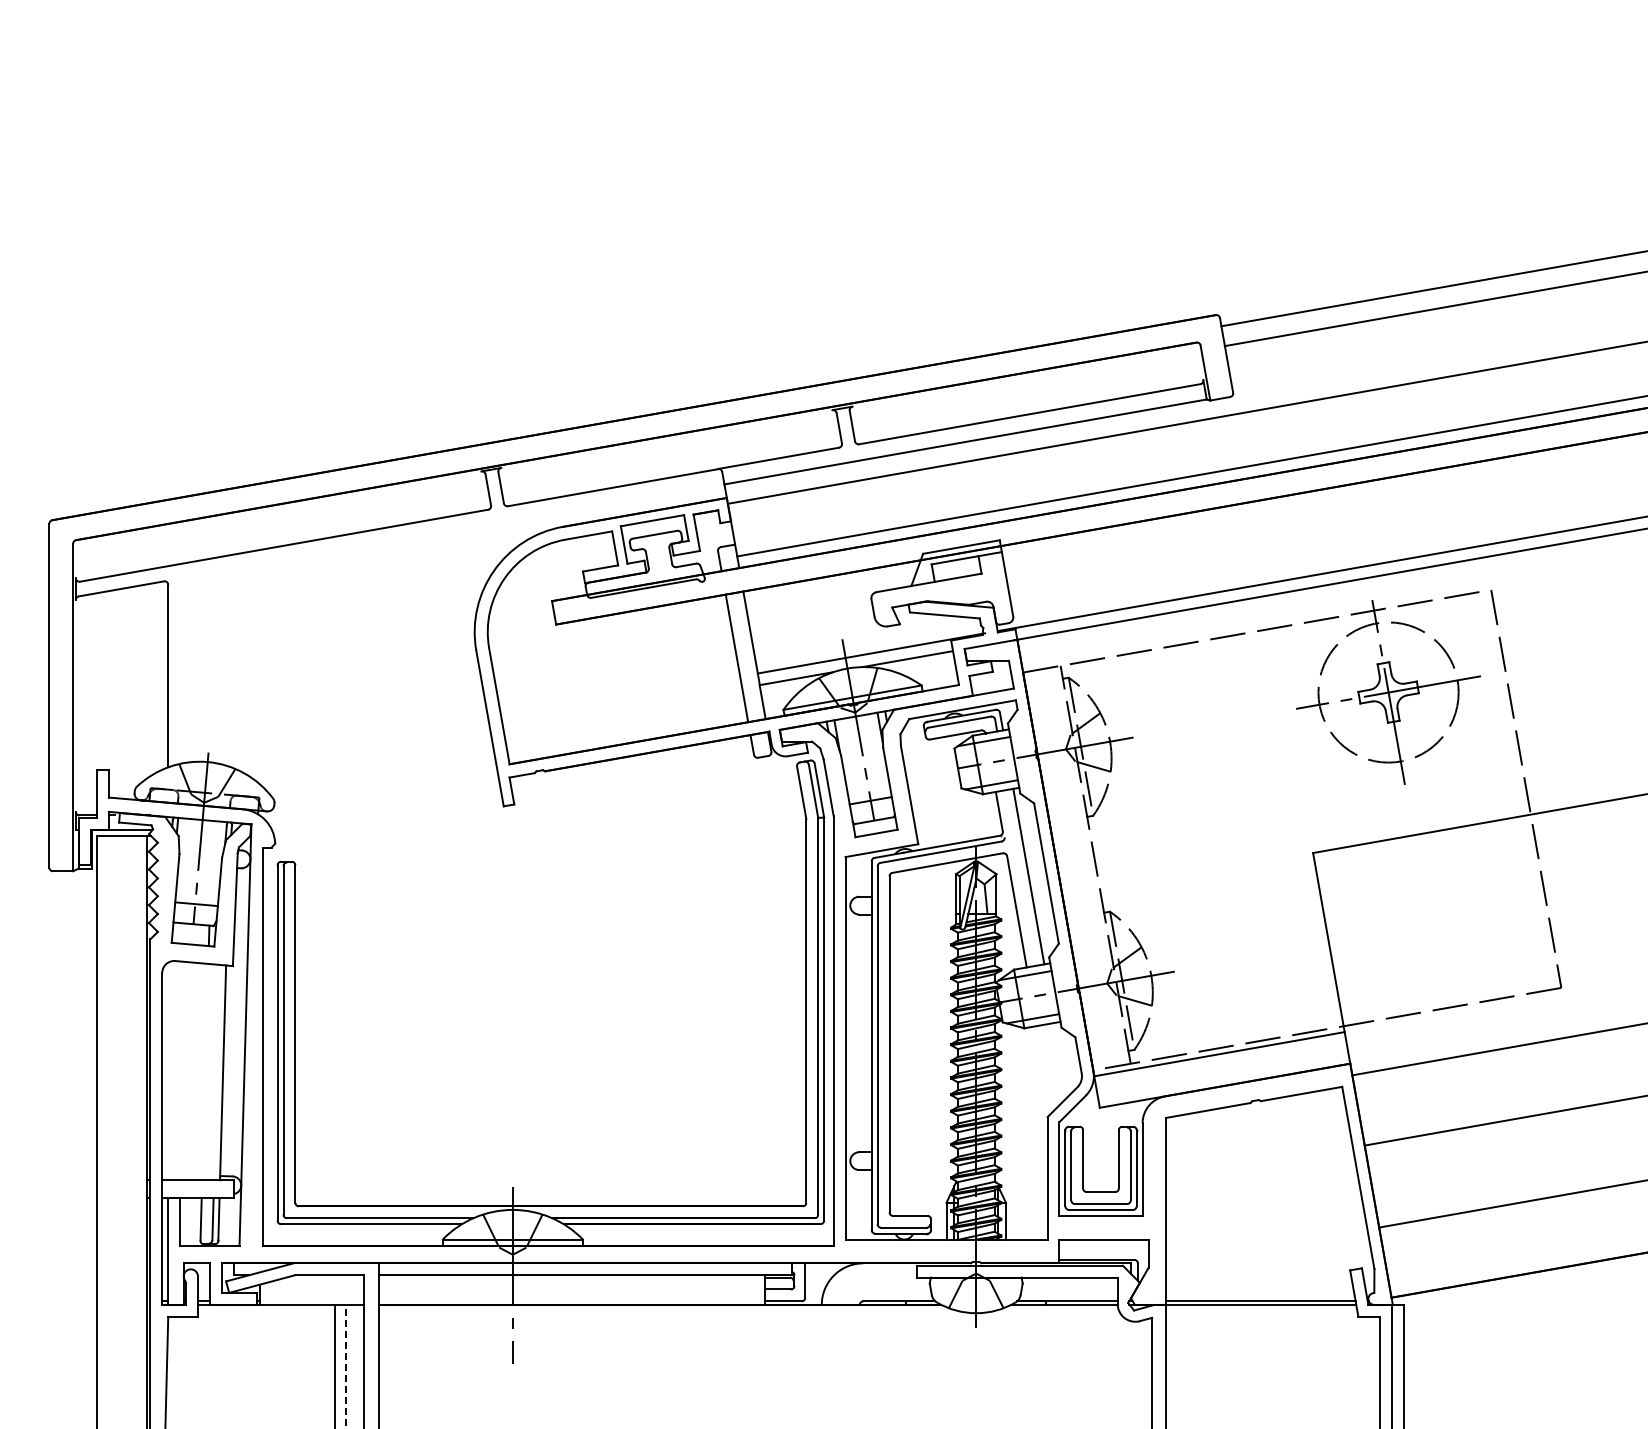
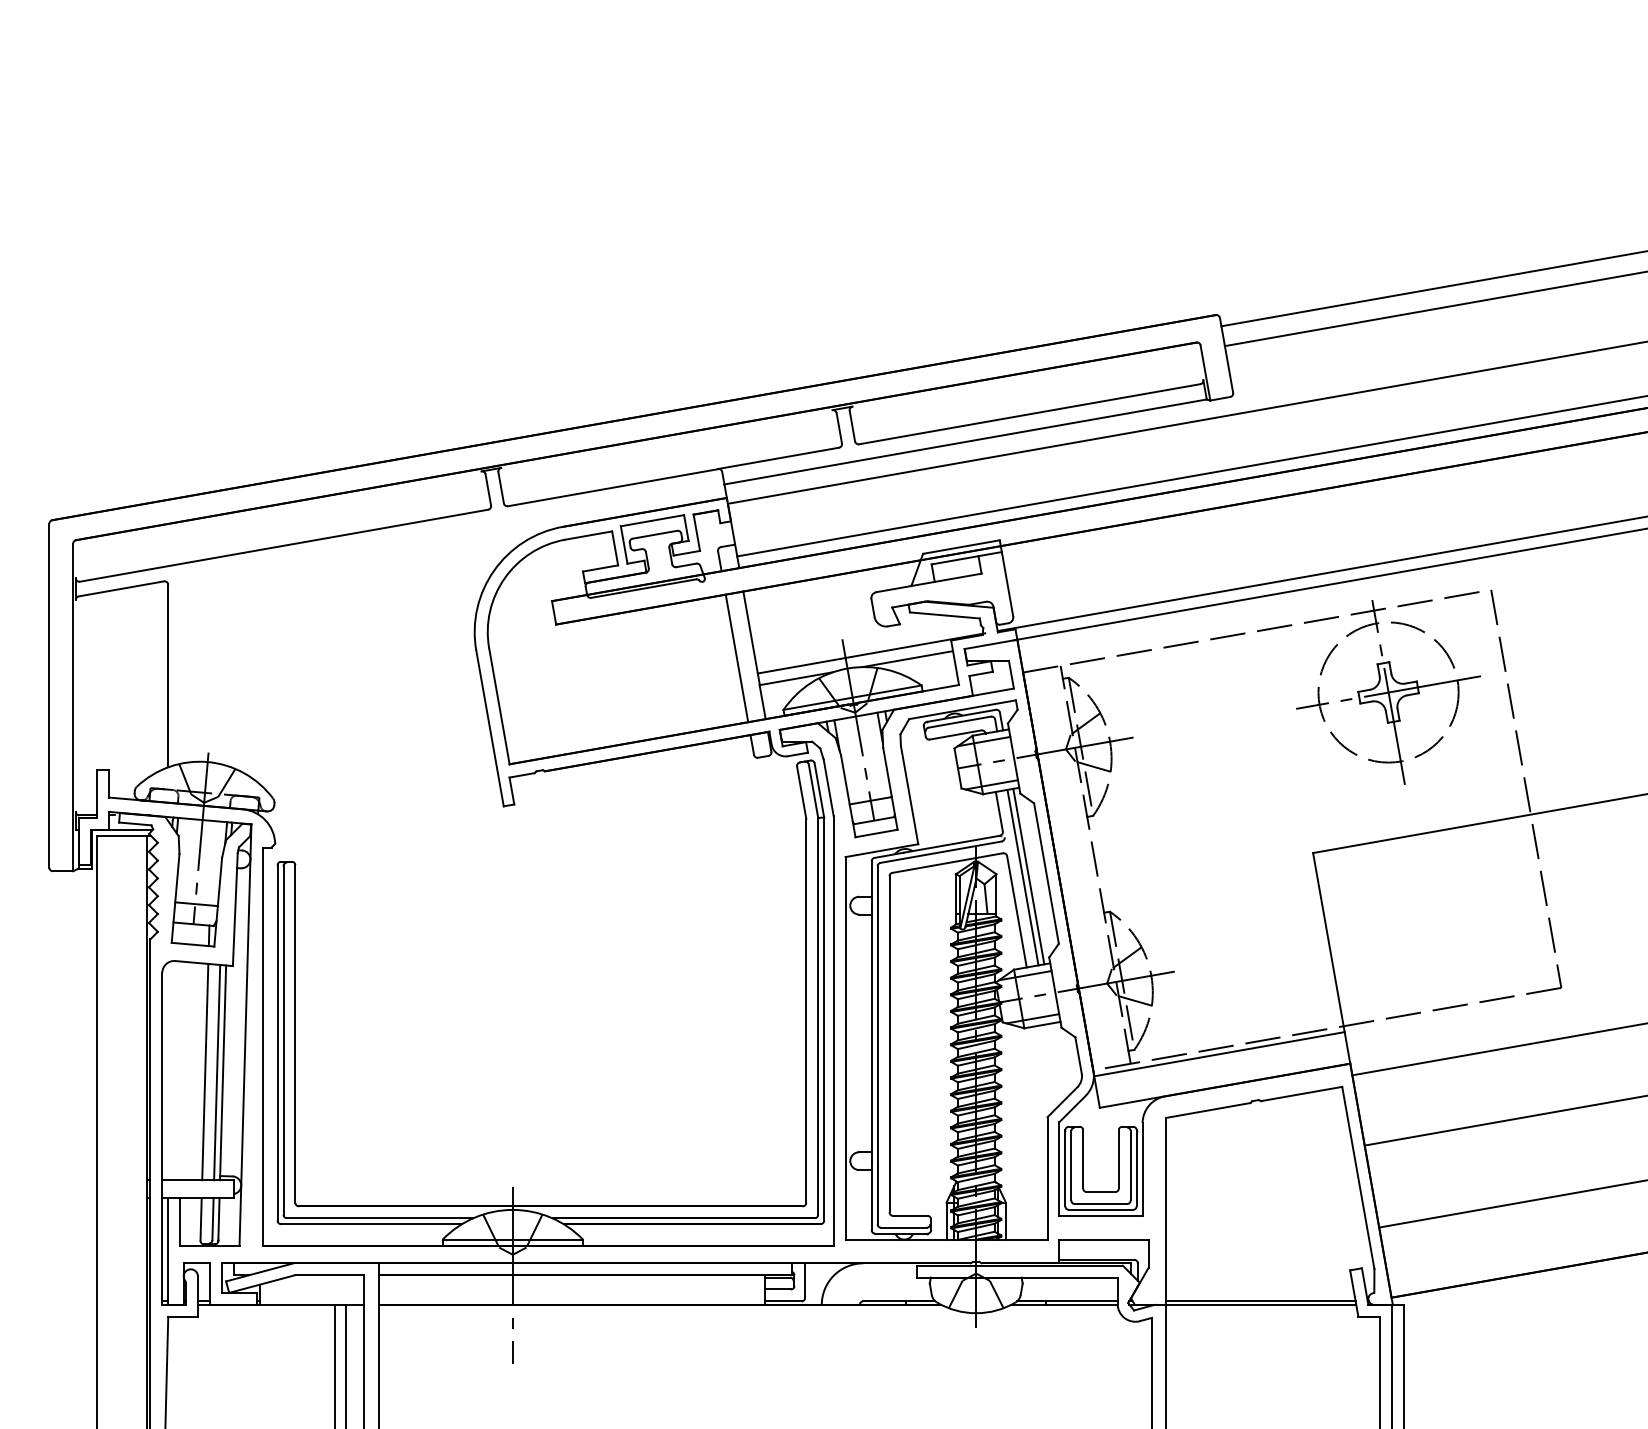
line at (1022, 877): none -> present
line at (205, 1071): none -> present
line at (217, 1072): none -> present
line at (346, 1366): dashed -> solid
